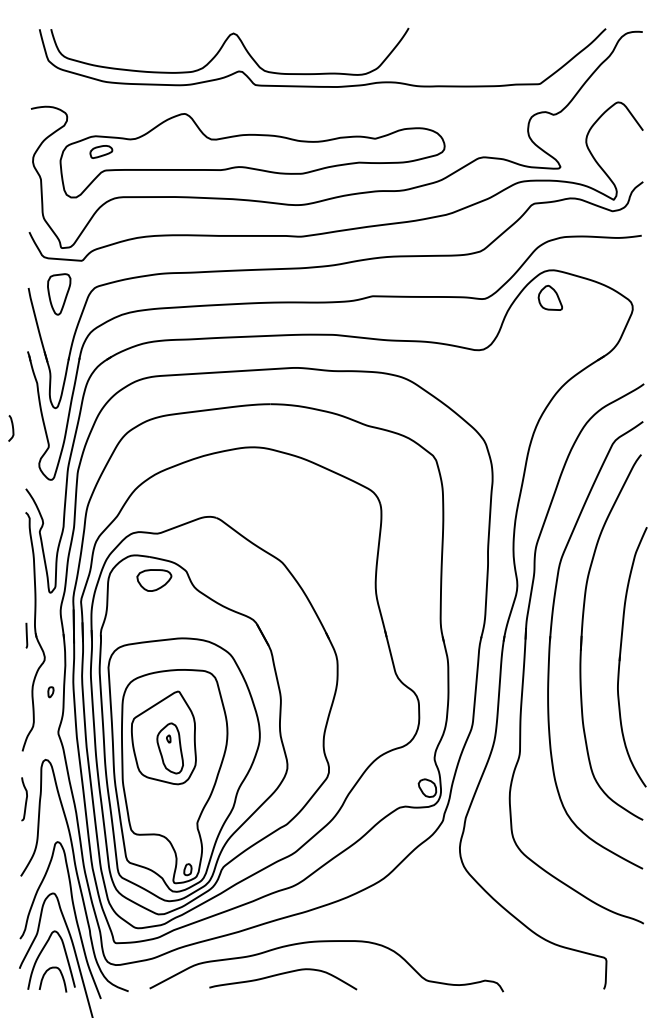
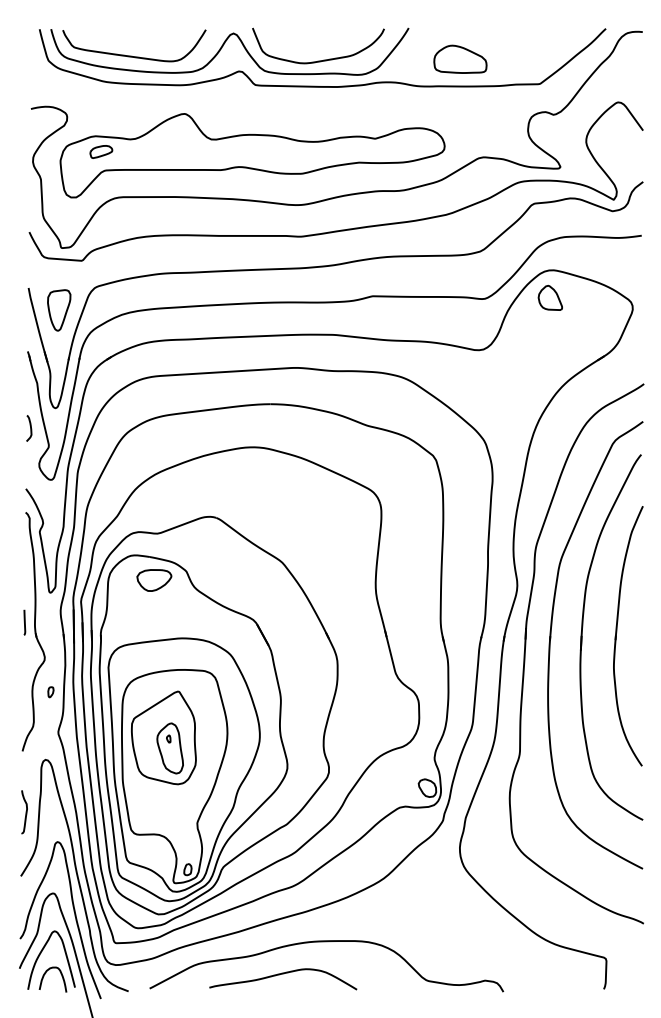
curve at (131, 55): none -> present
part at (460, 58): none -> present
curve at (323, 59): none -> present
part at (59, 294) position: (59, 294) -> (59, 310)
curve at (12, 428) position: (12, 428) -> (30, 428)
line at (26, 635) position: (26, 635) -> (24, 622)
part at (621, 653) position: (621, 653) -> (617, 632)
curve at (25, 799) position: (25, 799) -> (25, 812)
